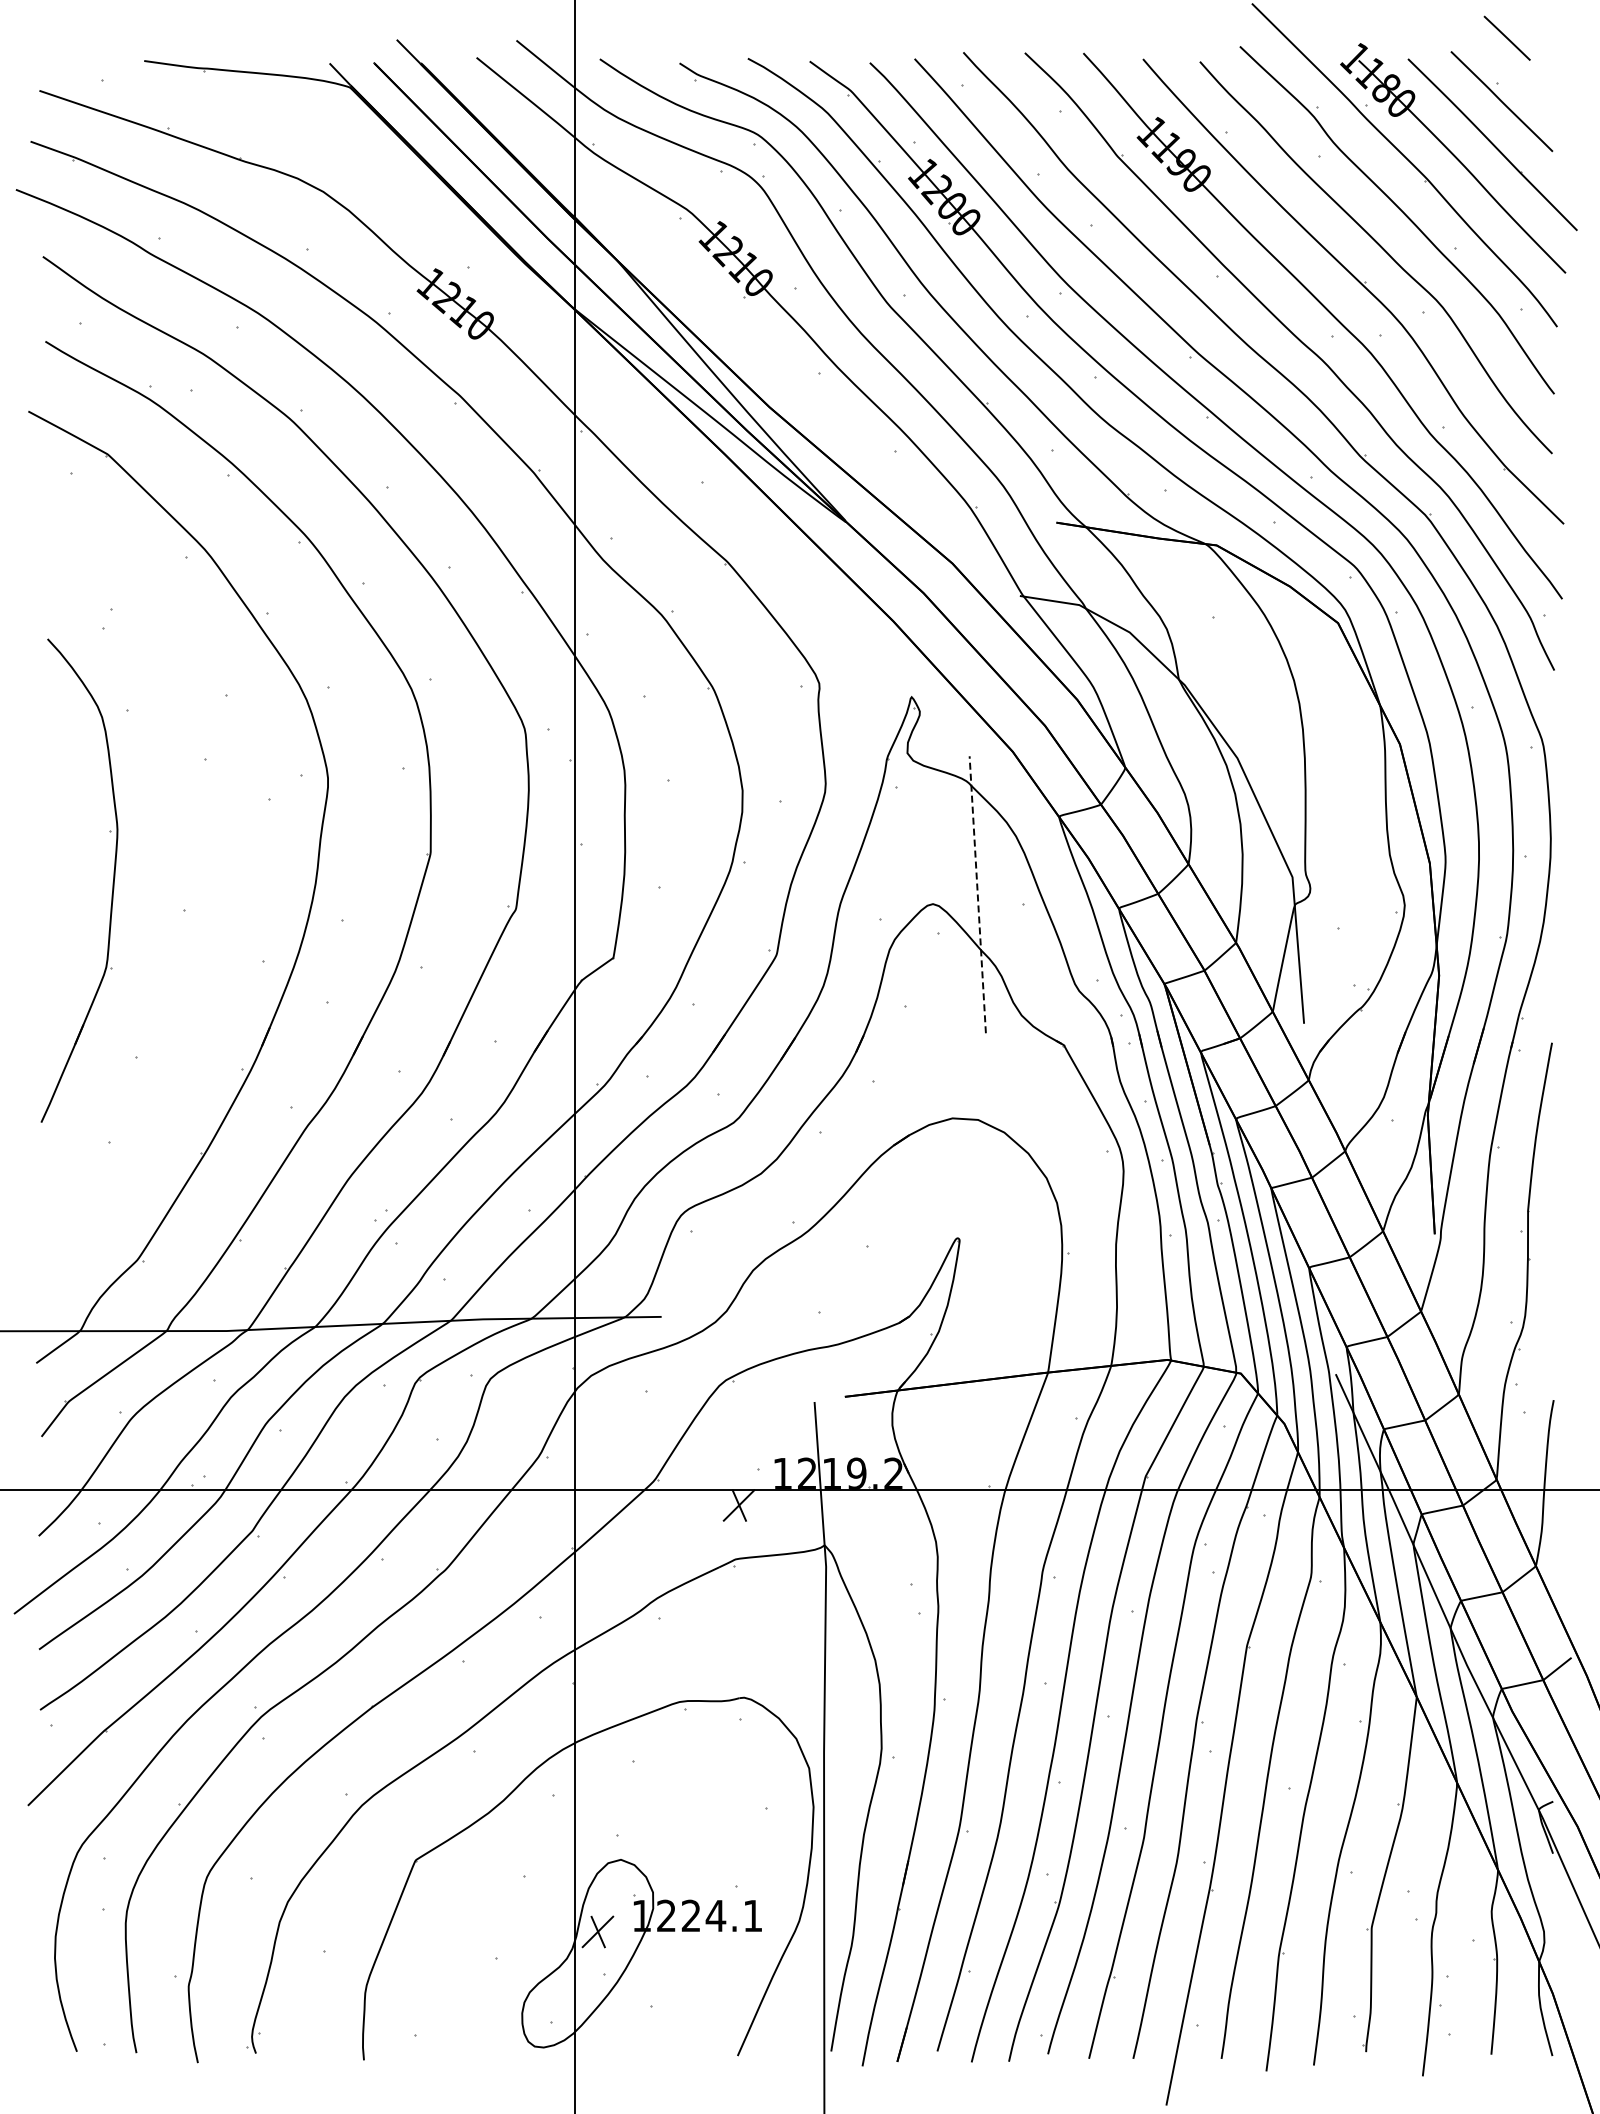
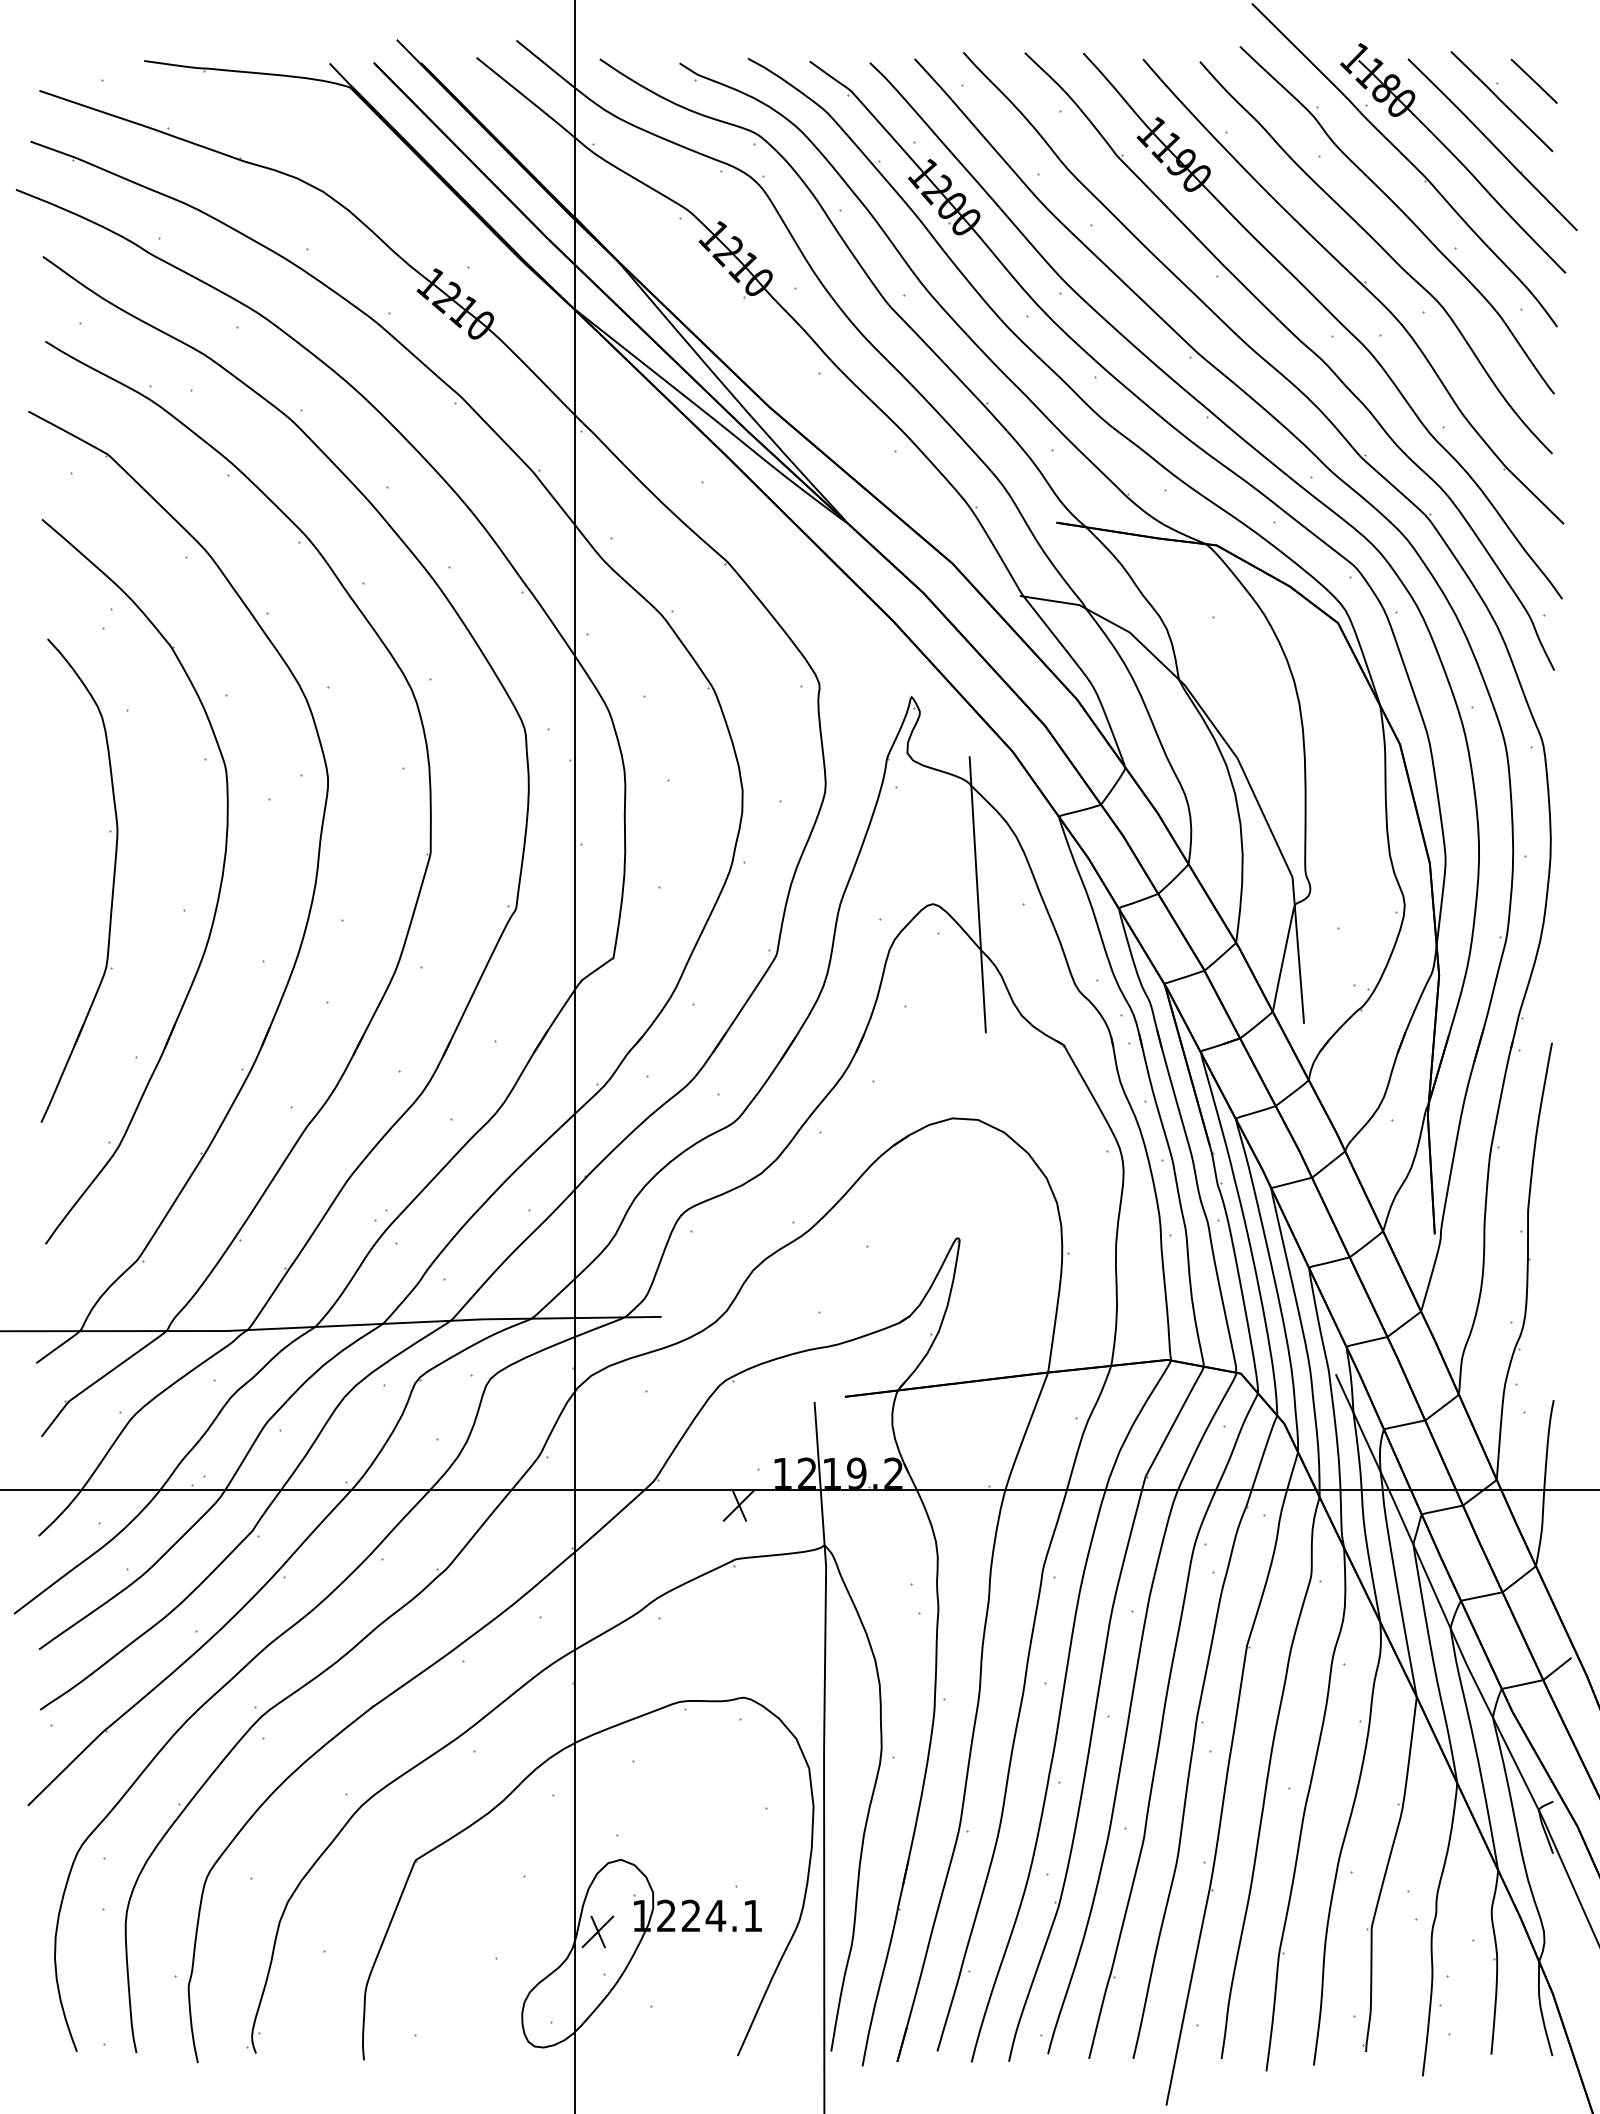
line at (1506, 37) position: (1506, 37) -> (1533, 80)
line at (977, 894): dashed -> solid
part at (217, 897): none -> present
